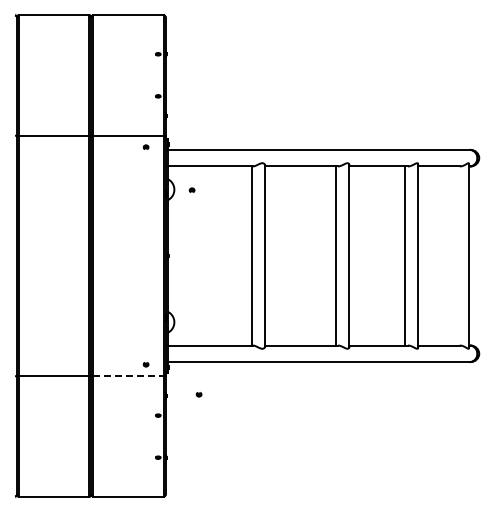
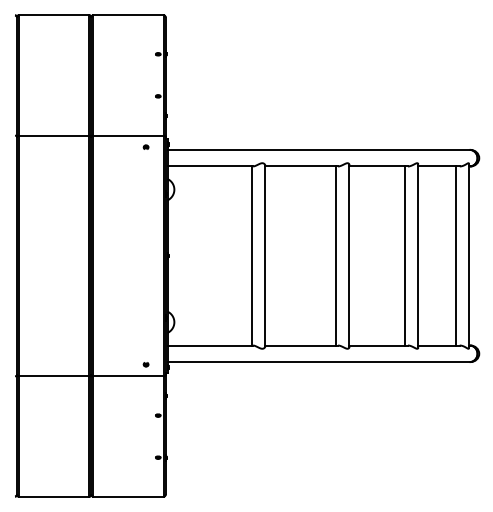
part at (191, 189): present -> none
line at (455, 255): none -> present
line at (128, 376): dashed -> solid
part at (198, 394): present -> none
